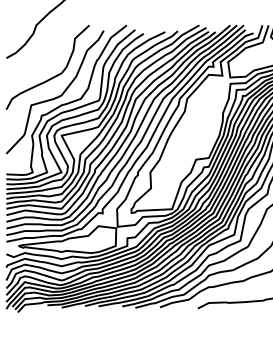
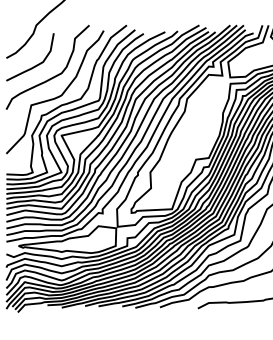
curve at (34, 65): none -> present
